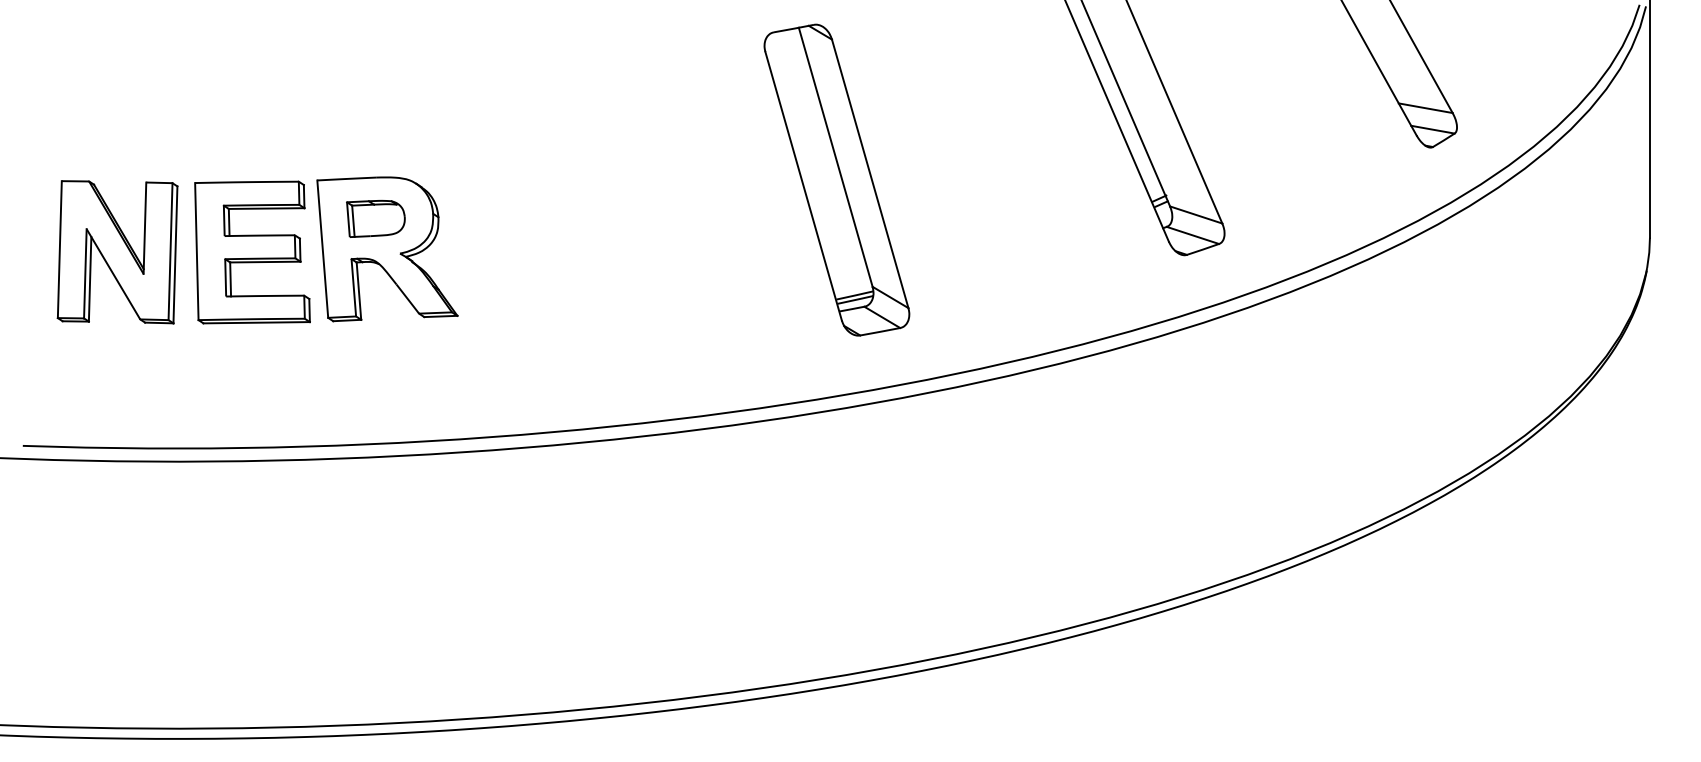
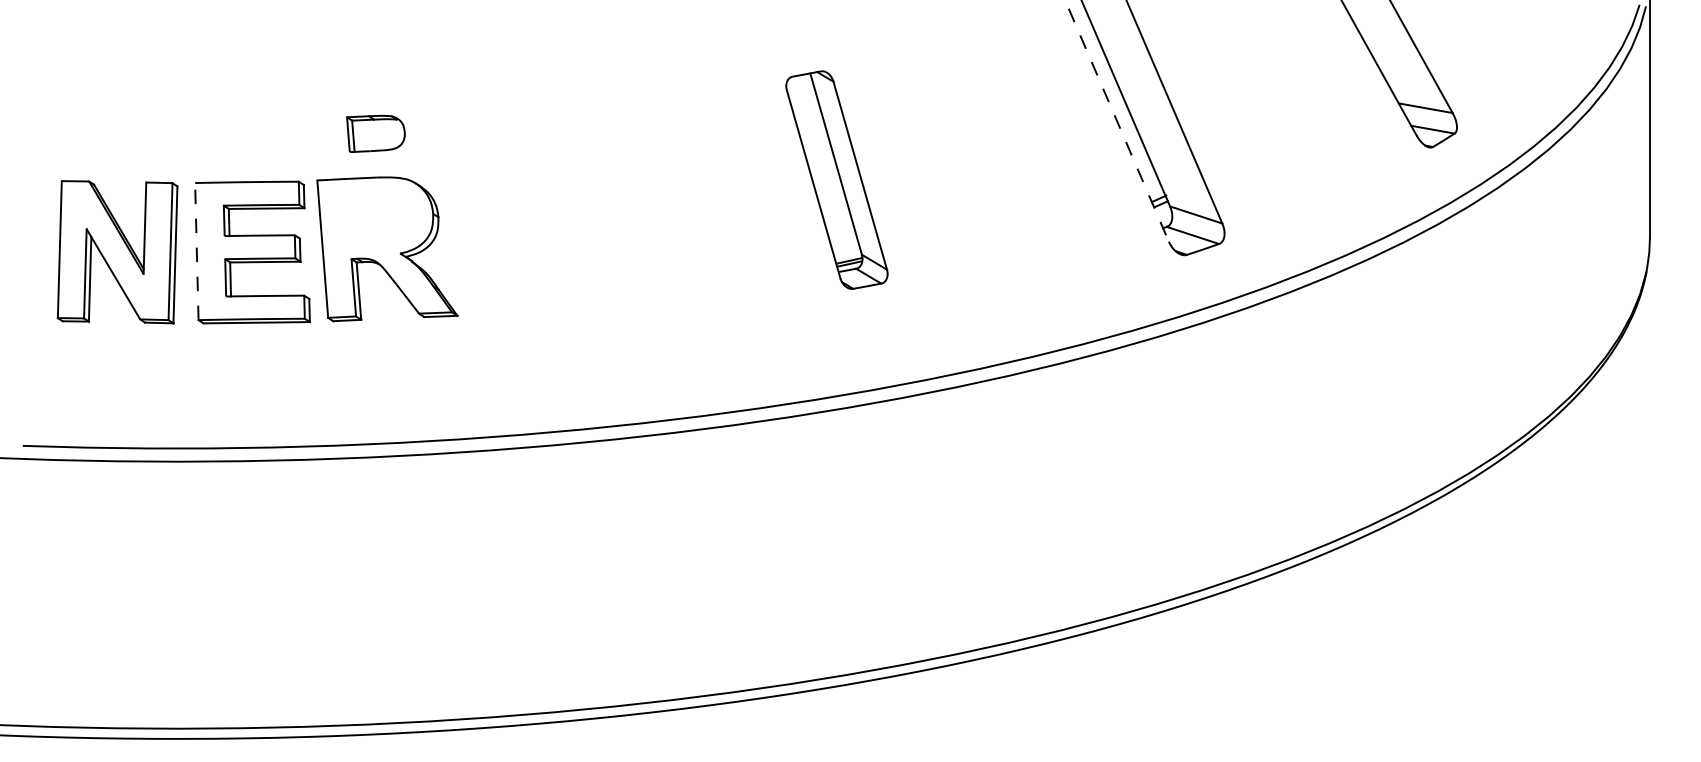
line at (1117, 121): solid -> dashed
part at (836, 179) size: 148x314 px -> 104x220 px
part at (375, 218) position: (375, 218) -> (375, 133)
line at (196, 251): solid -> dashed
